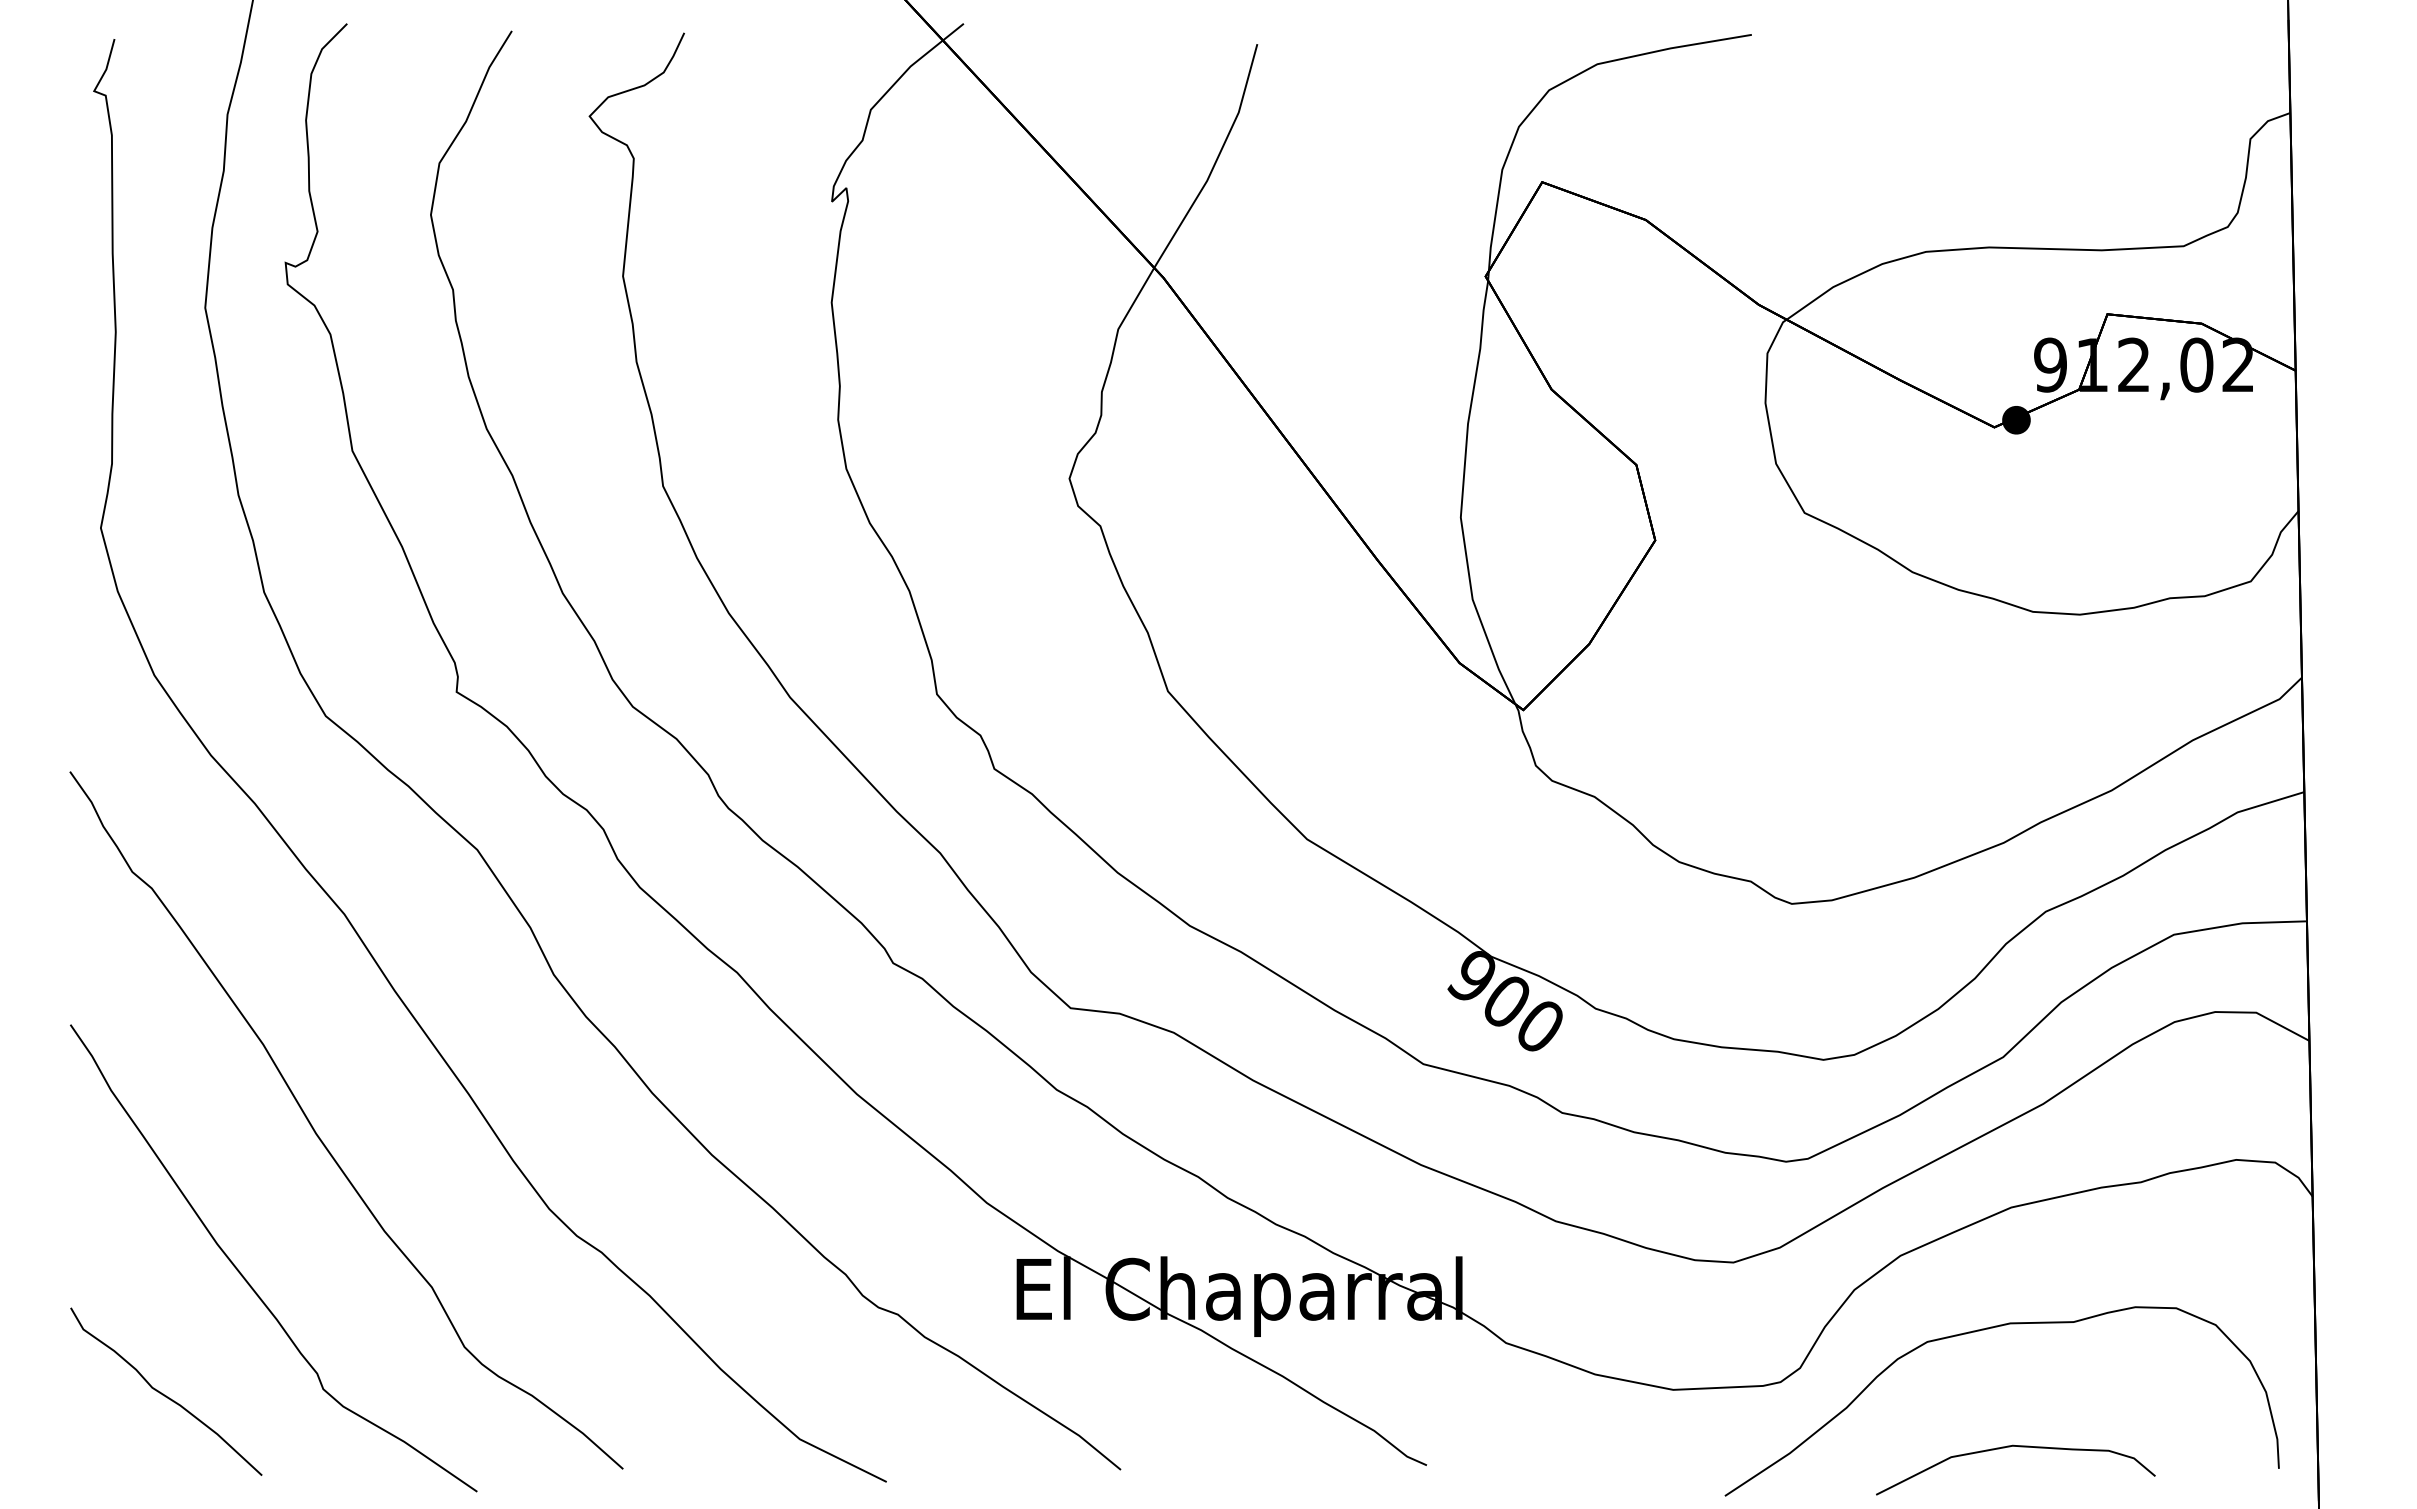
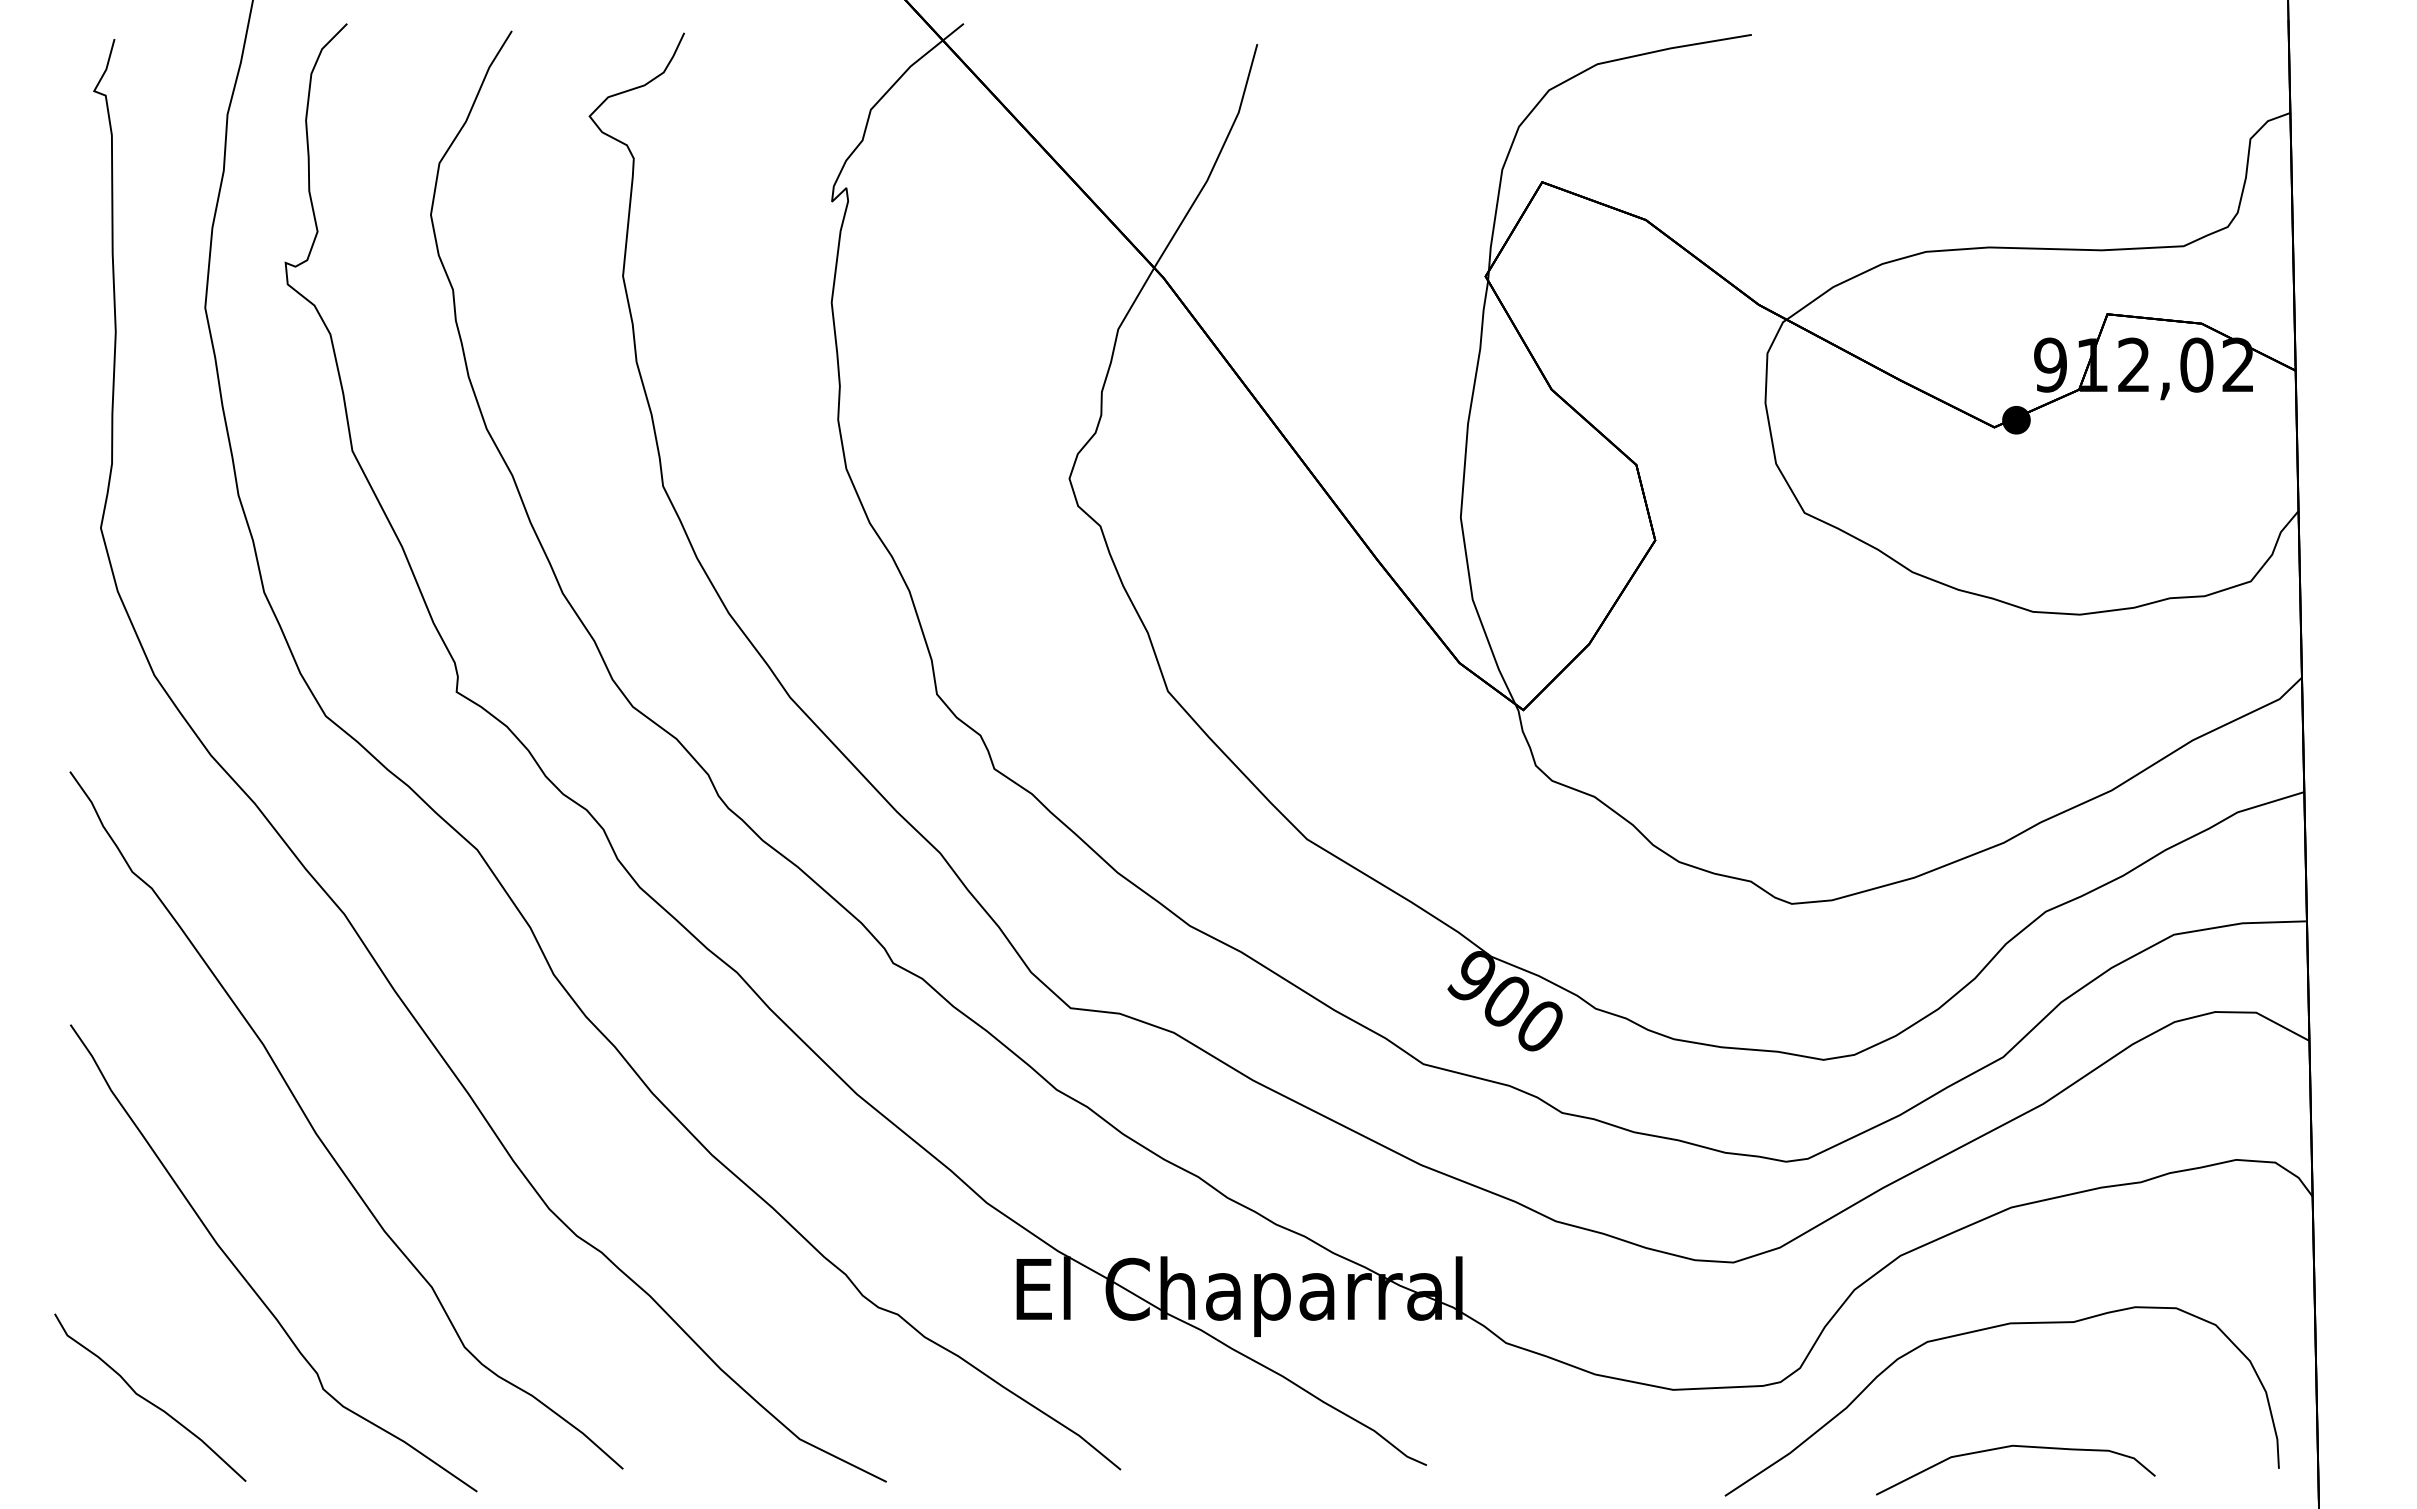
part at (166, 1391) position: (166, 1391) -> (150, 1397)
